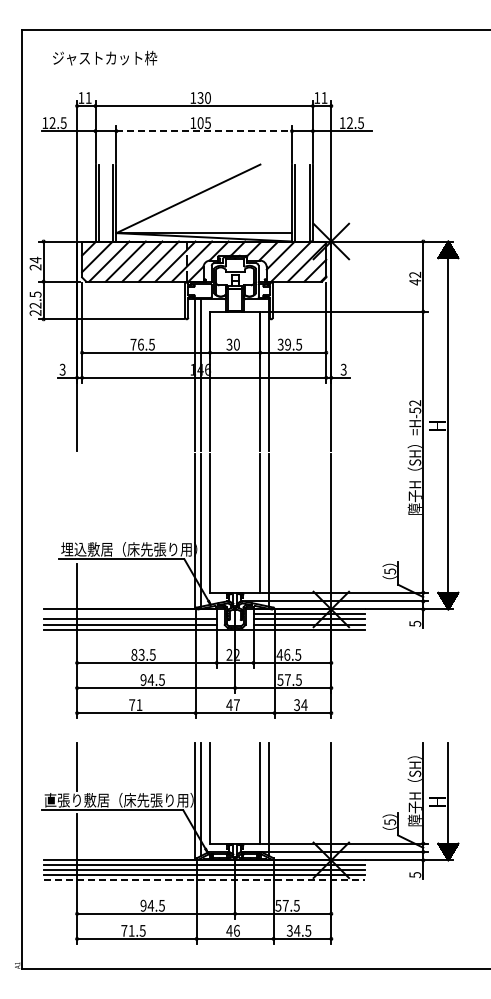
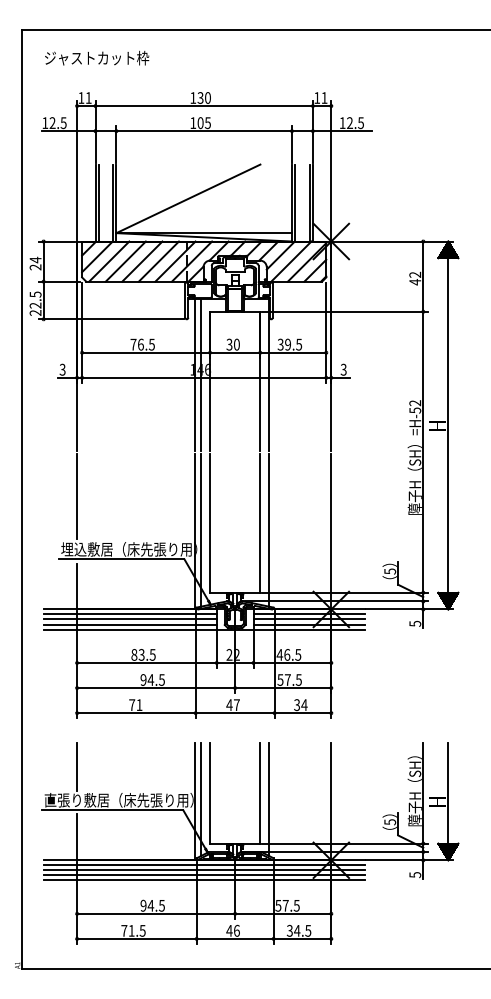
text at (105, 57) position: (105, 57) -> (97, 57)
line at (204, 131): dashed -> solid
line at (77, 495): none -> present
line at (129, 614): none -> present
line at (204, 880): dashed -> solid
